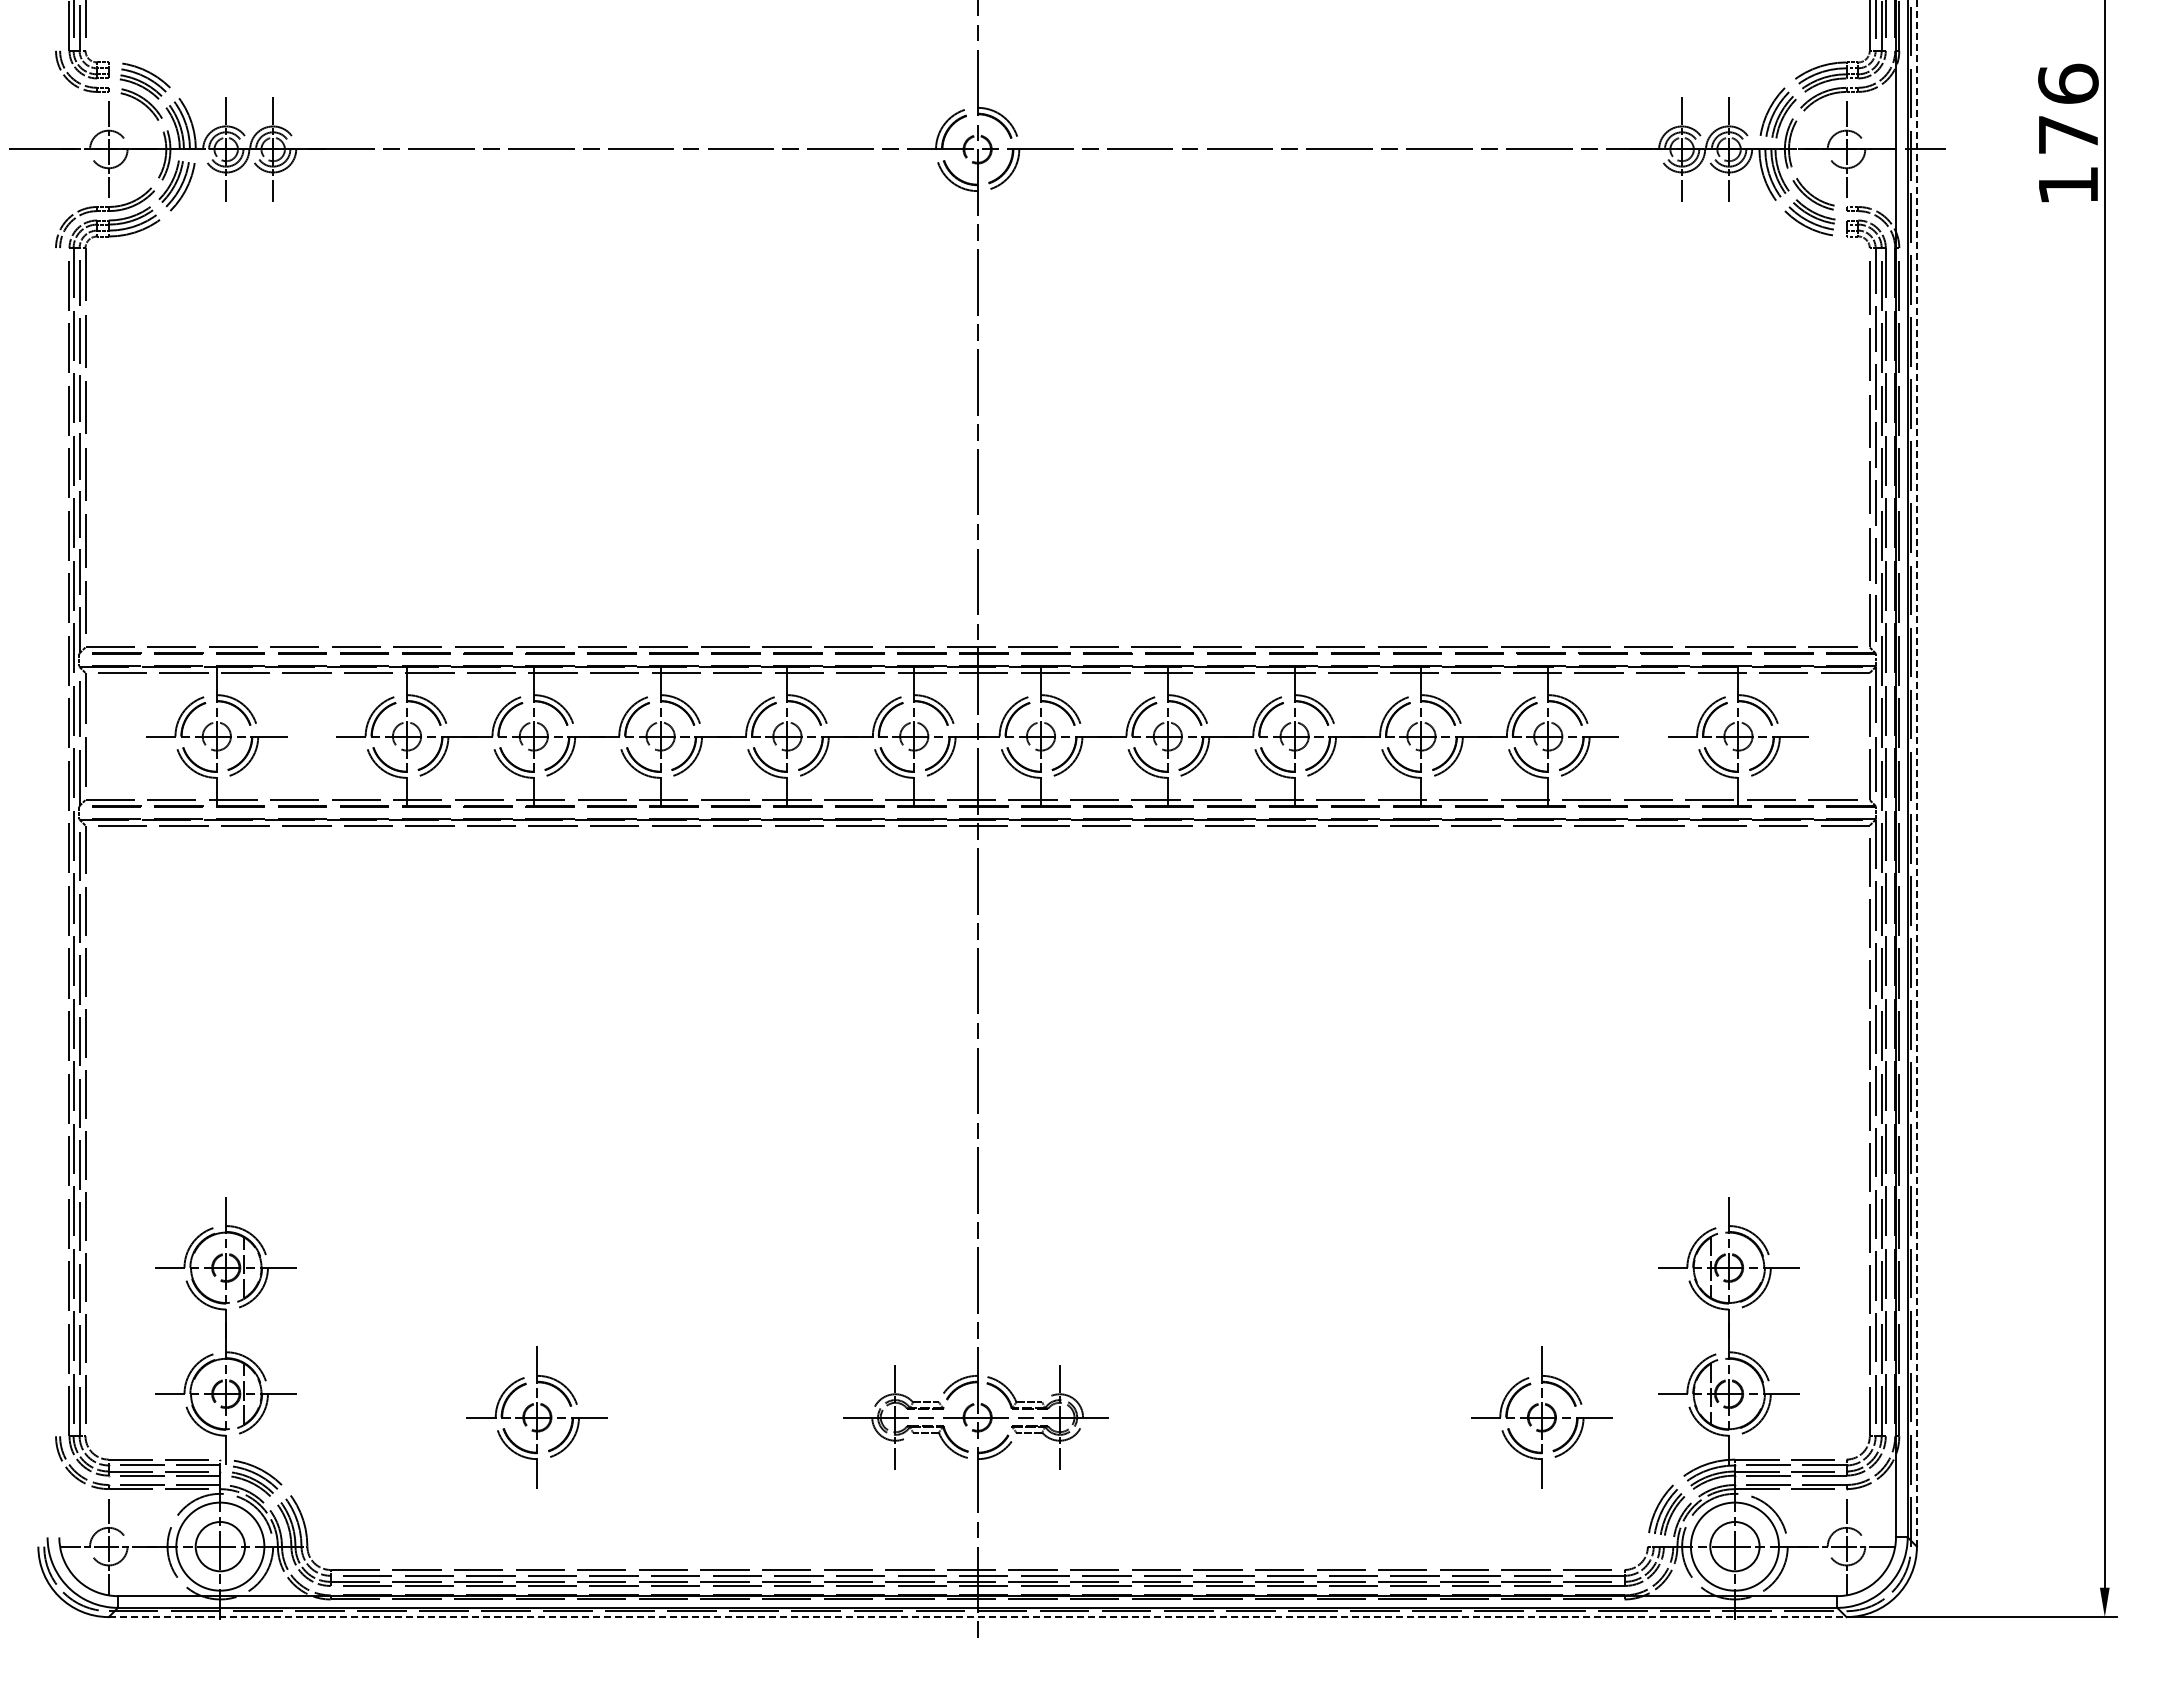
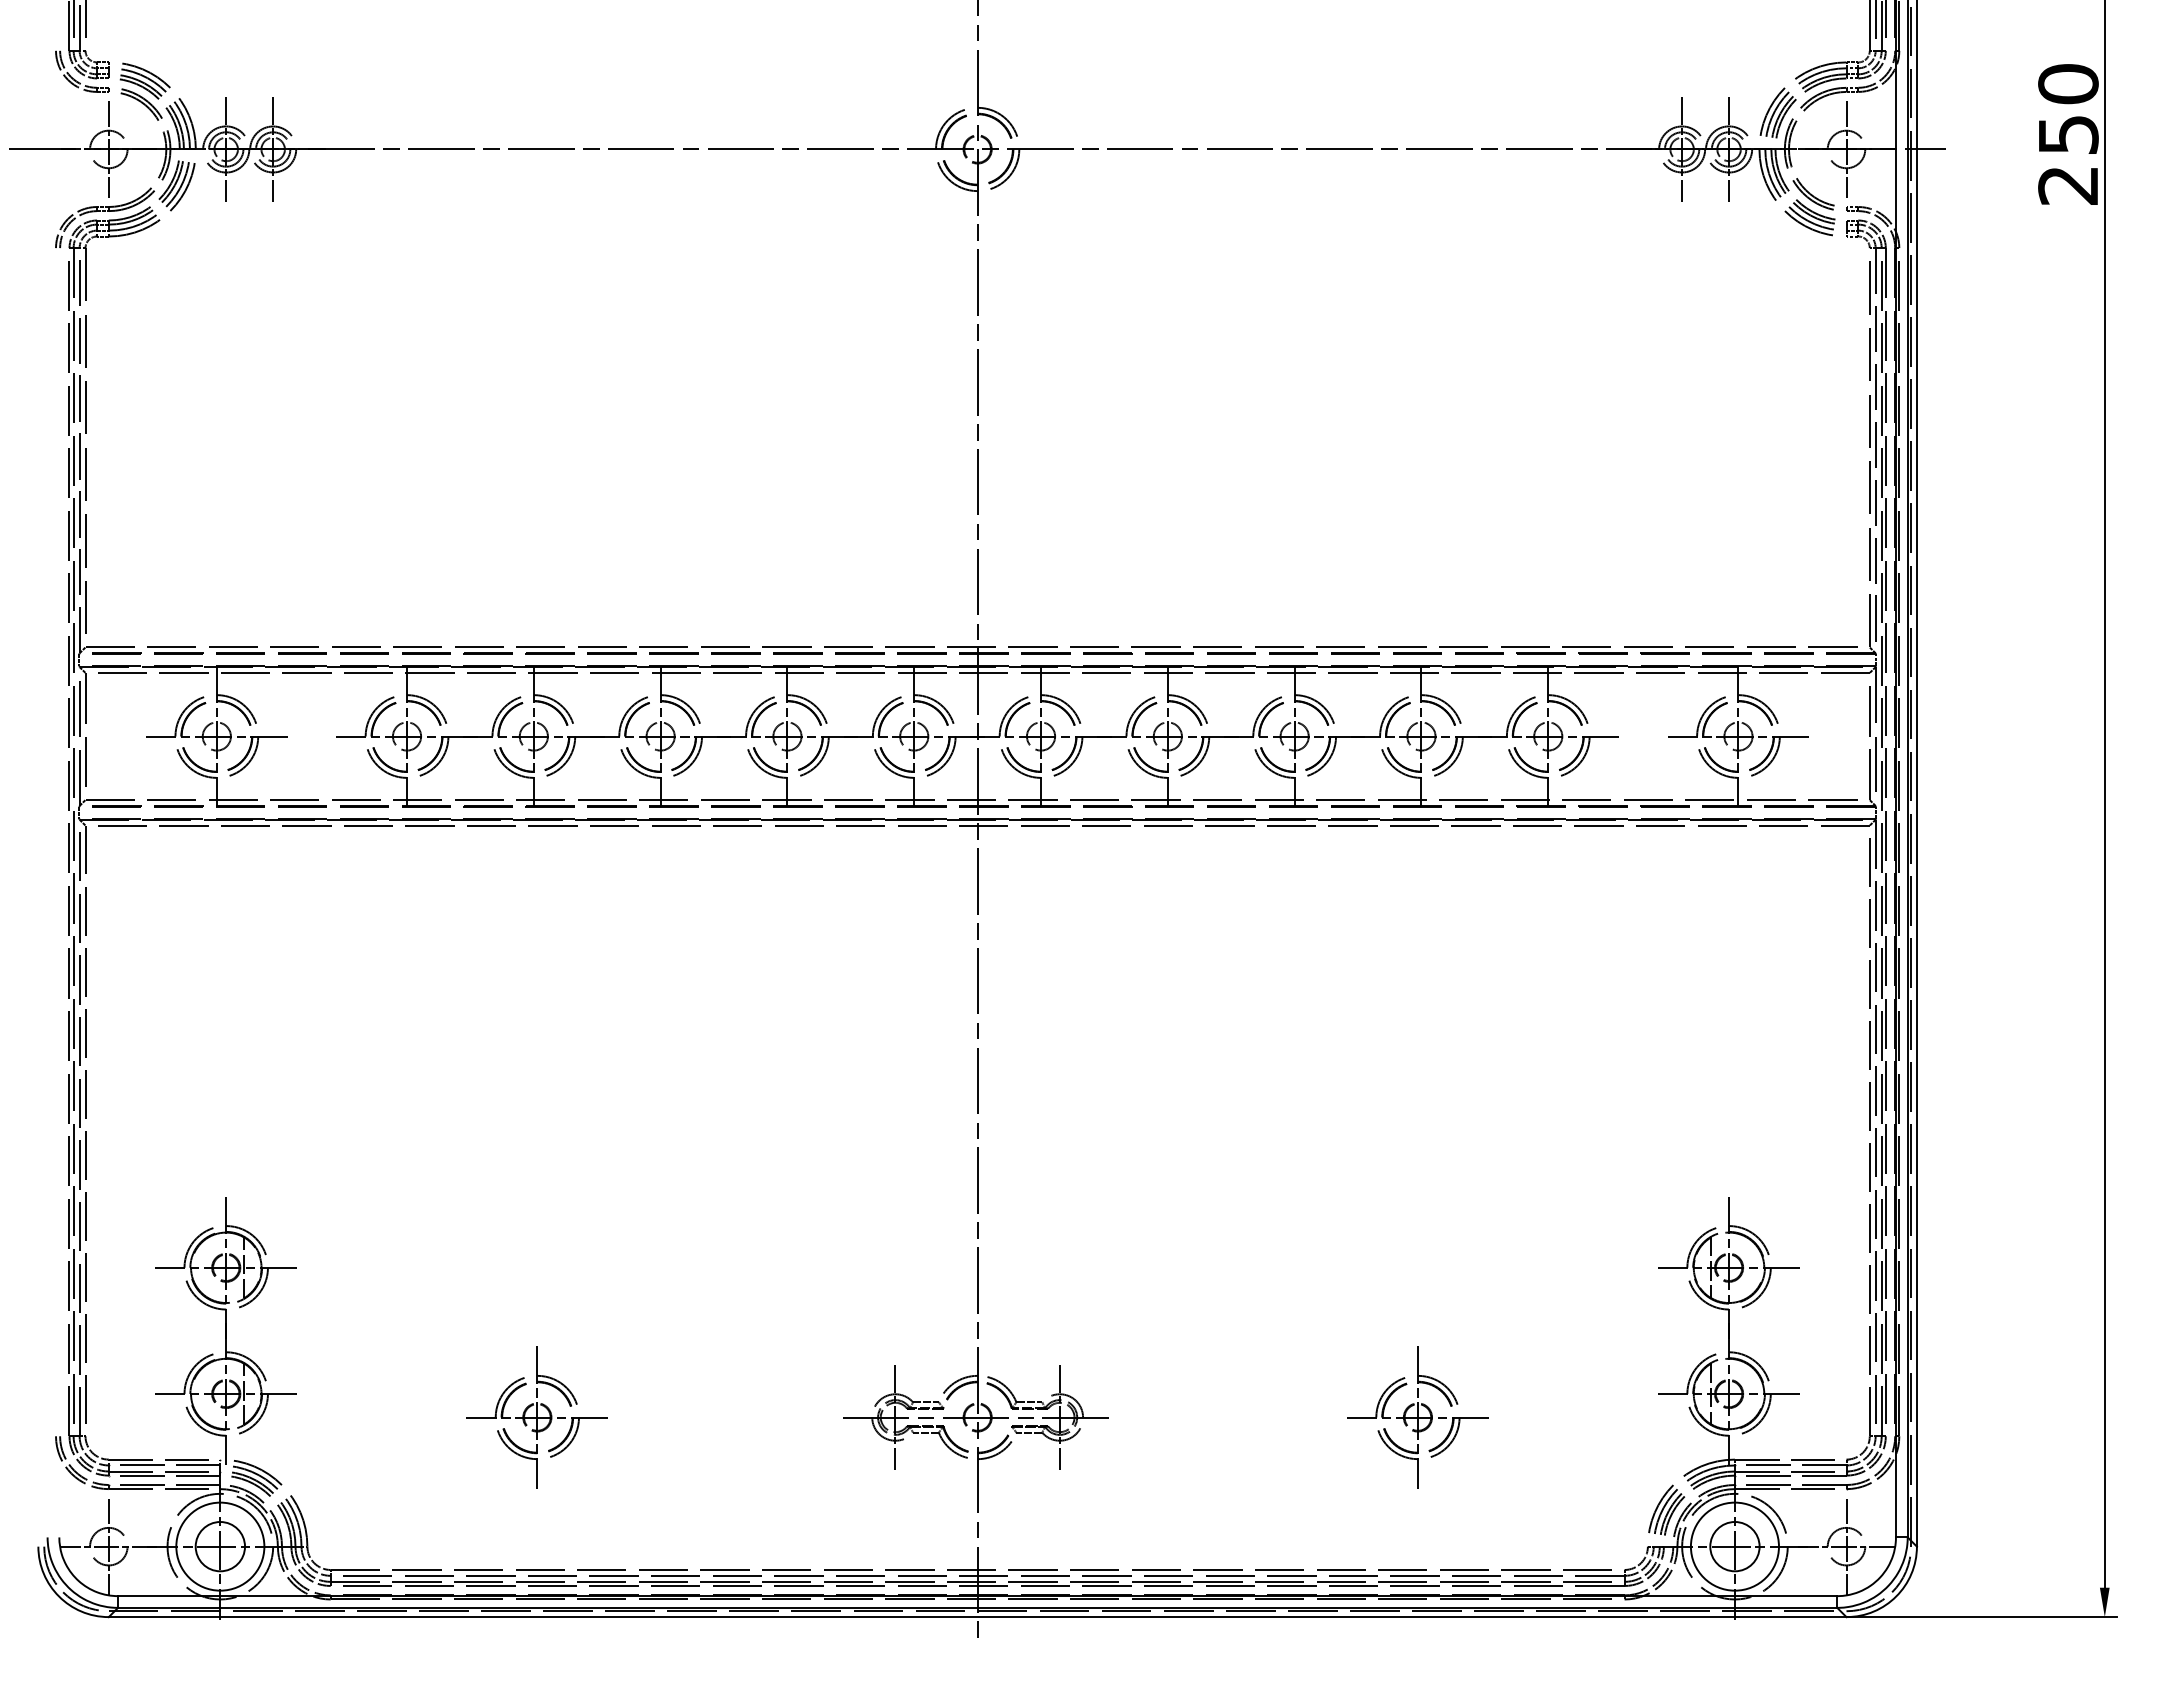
text at (2068, 133): 176 -> 250
line at (1916, 772): dashed -> solid
part at (1541, 1417) position: (1541, 1417) -> (1417, 1417)
line at (977, 1617): dashed -> solid
